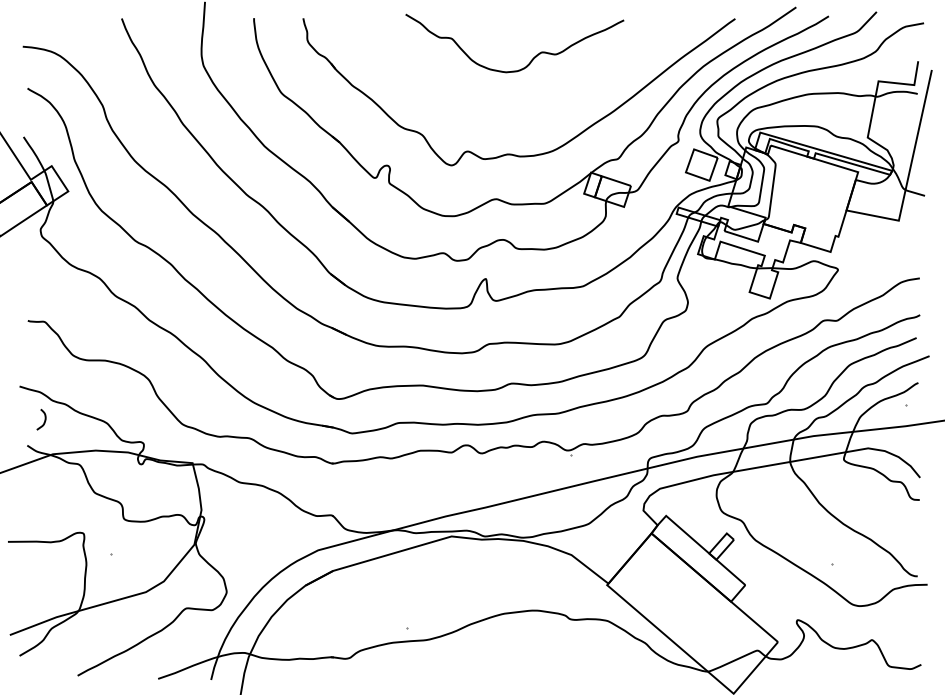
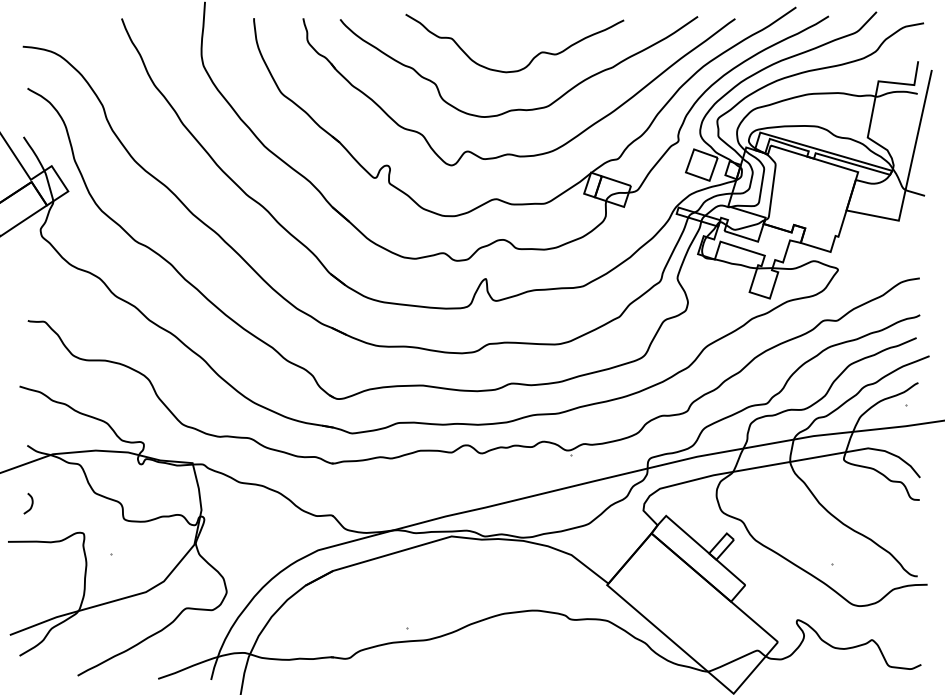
curve at (518, 108): none -> present
curve at (44, 419) position: (44, 419) -> (31, 503)
